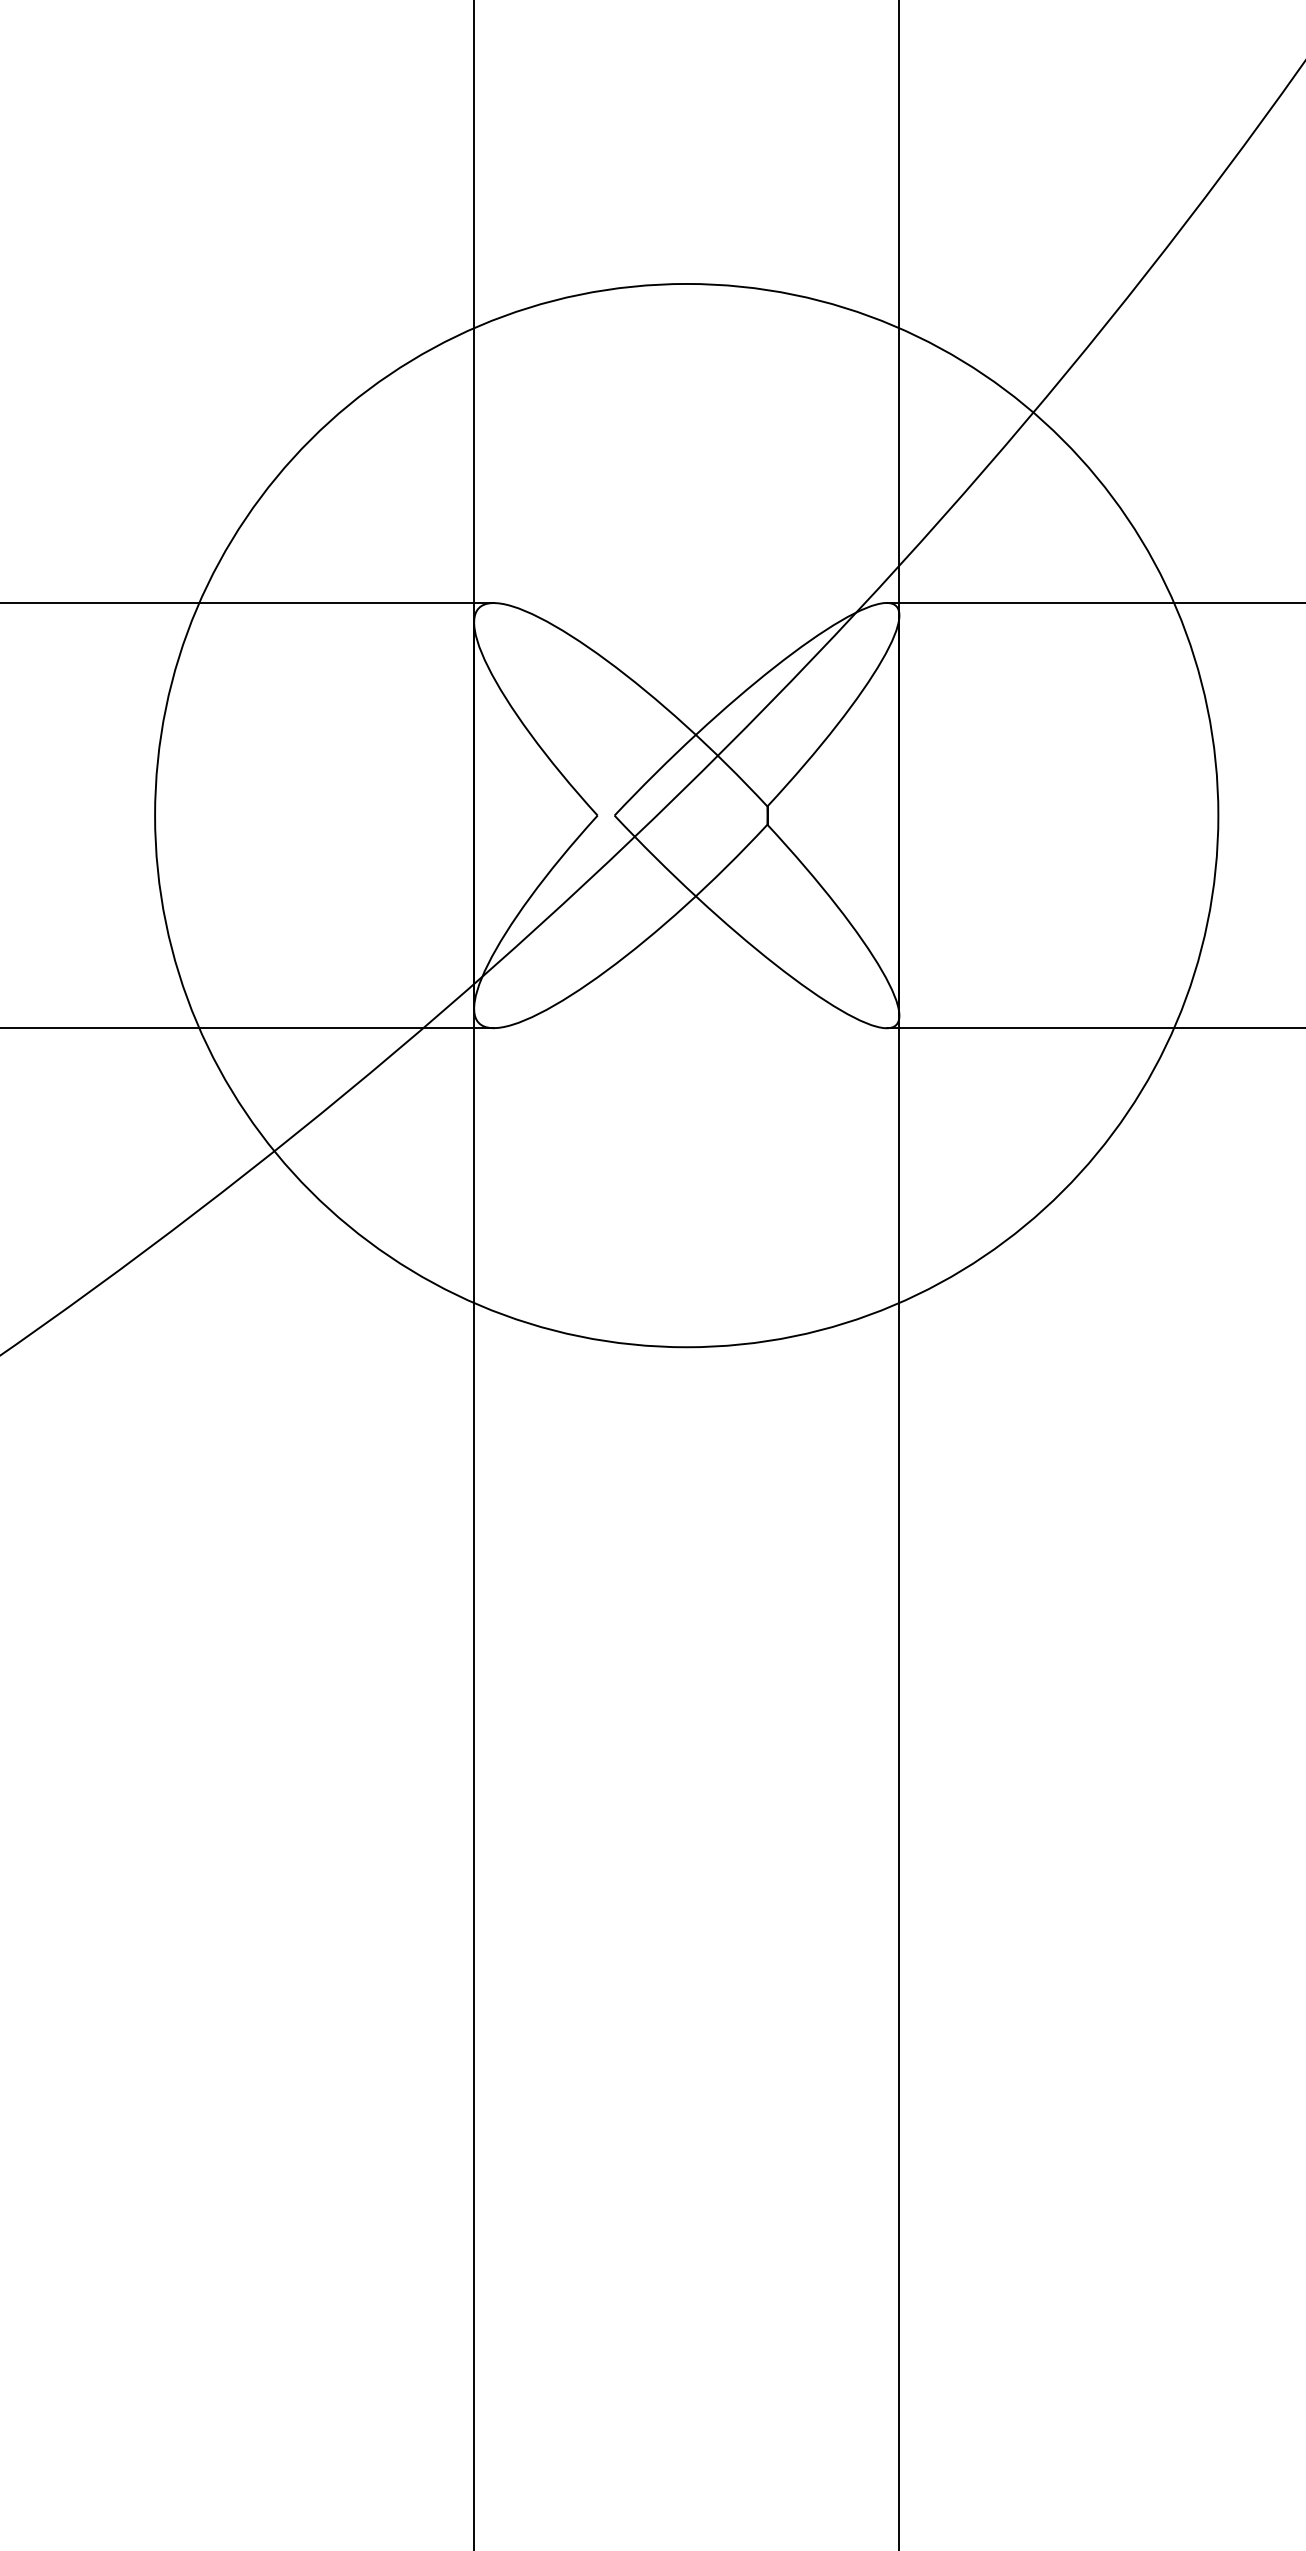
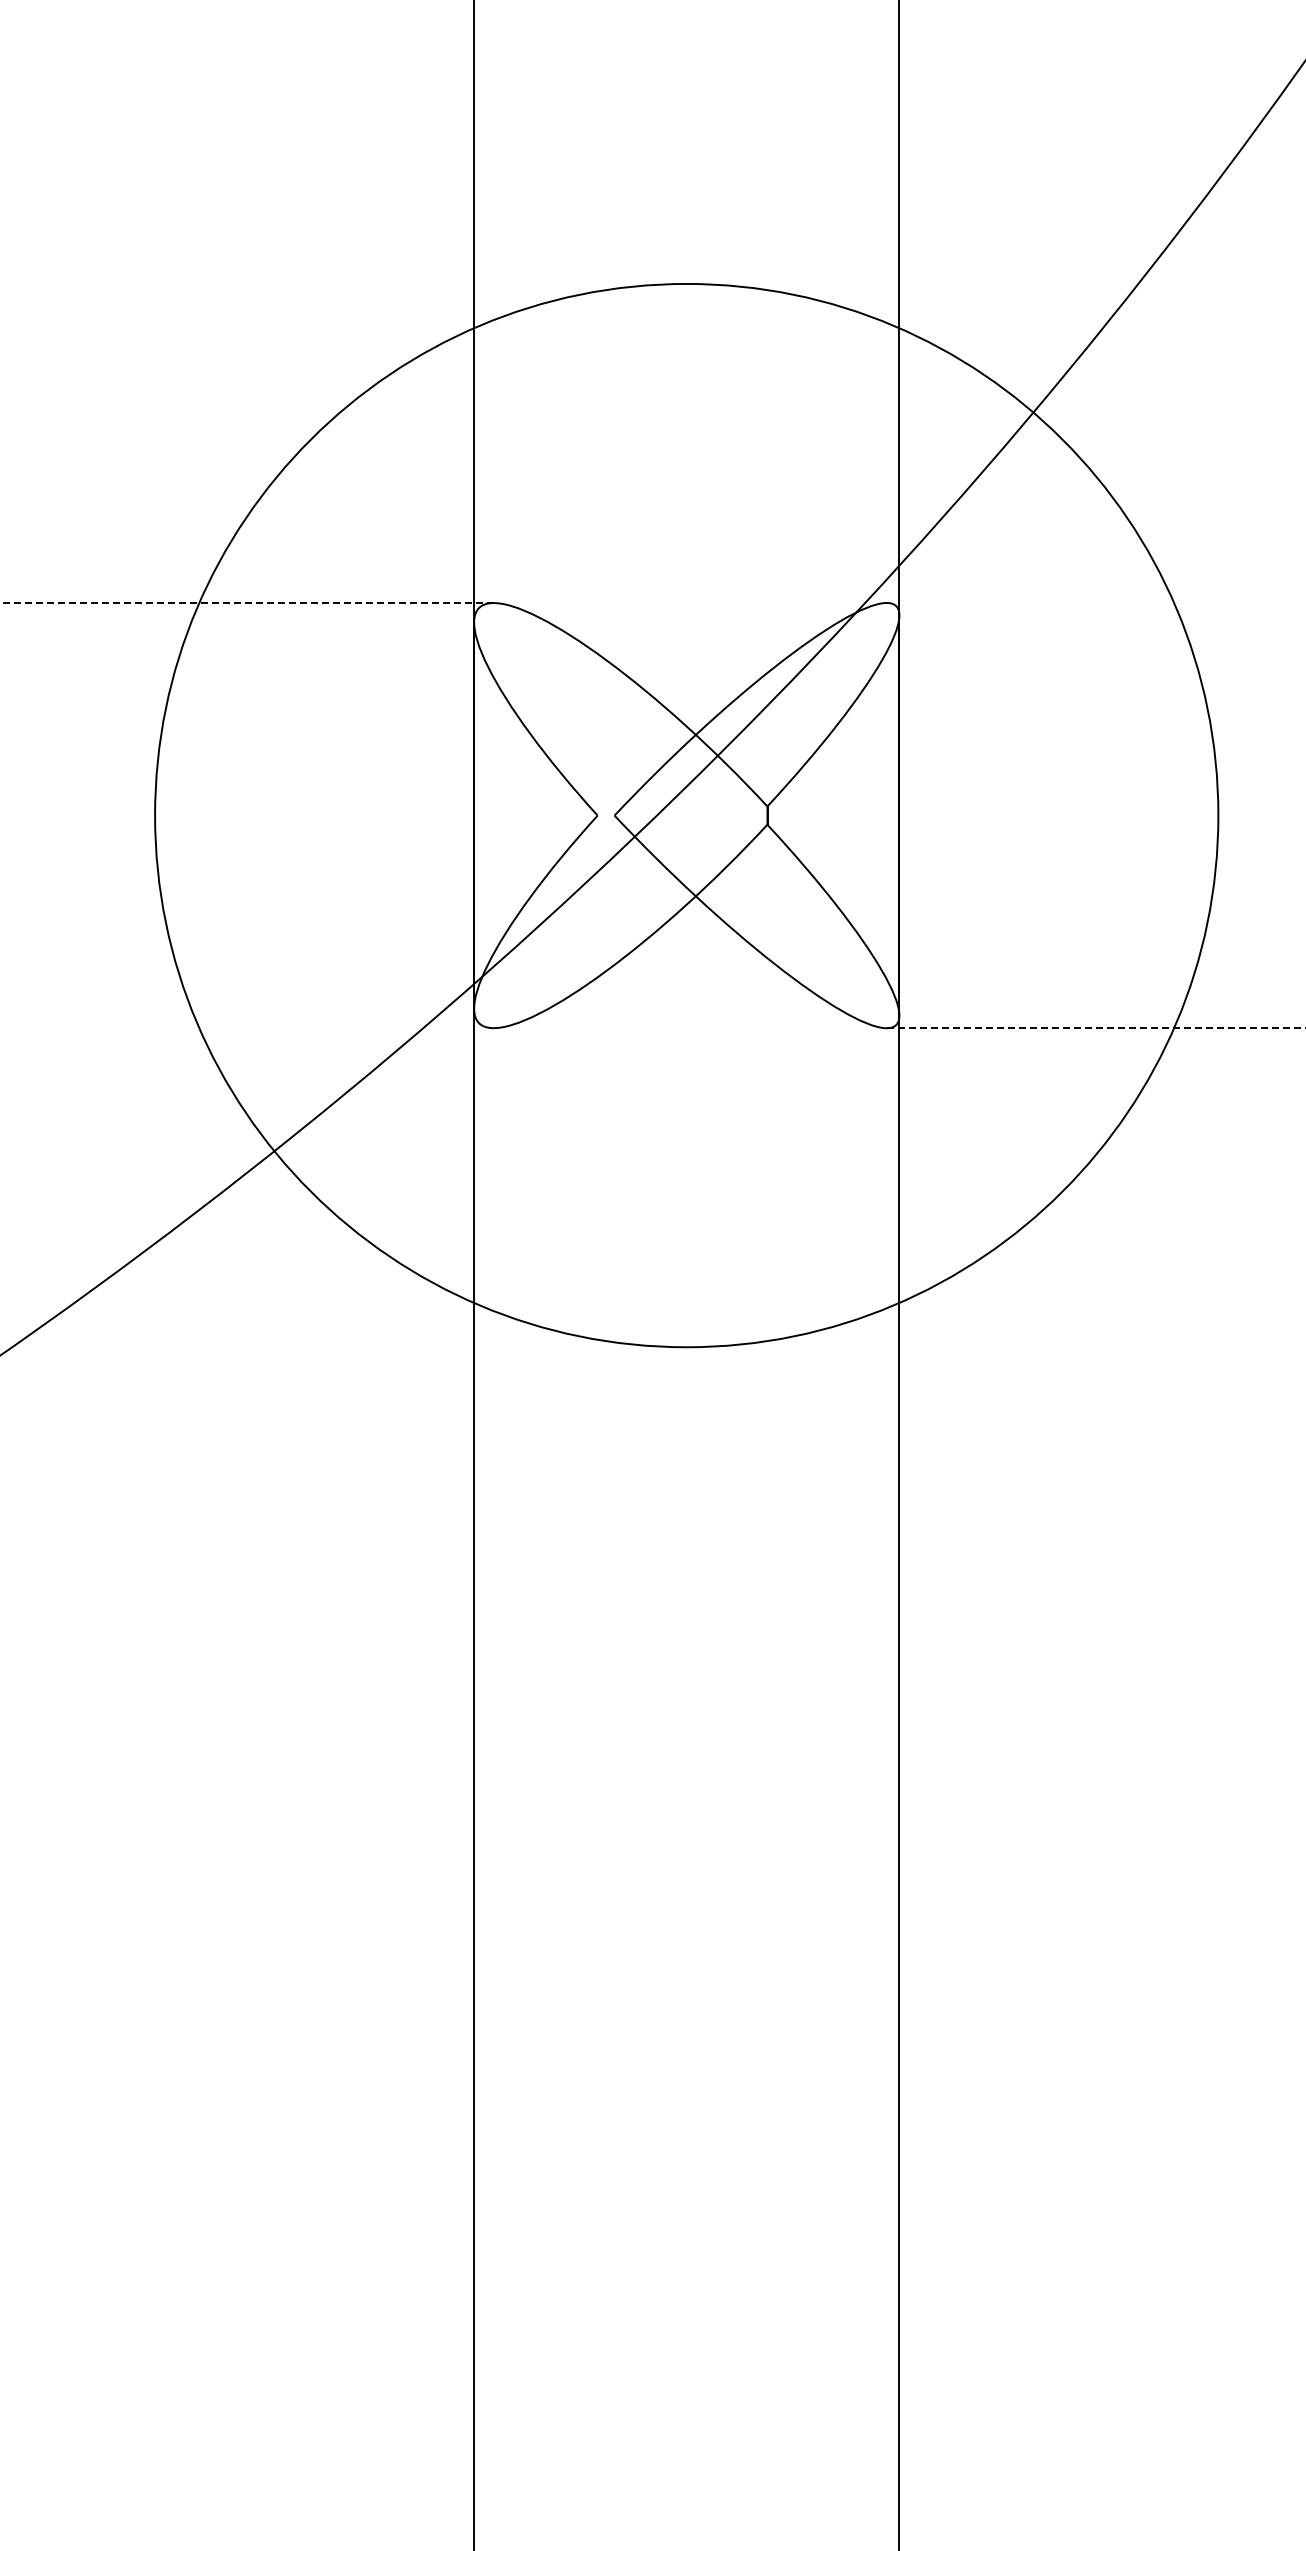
line at (246, 602): solid -> dashed
line at (1094, 602): present -> none
line at (247, 1028): present -> none
line at (1096, 1028): solid -> dashed
